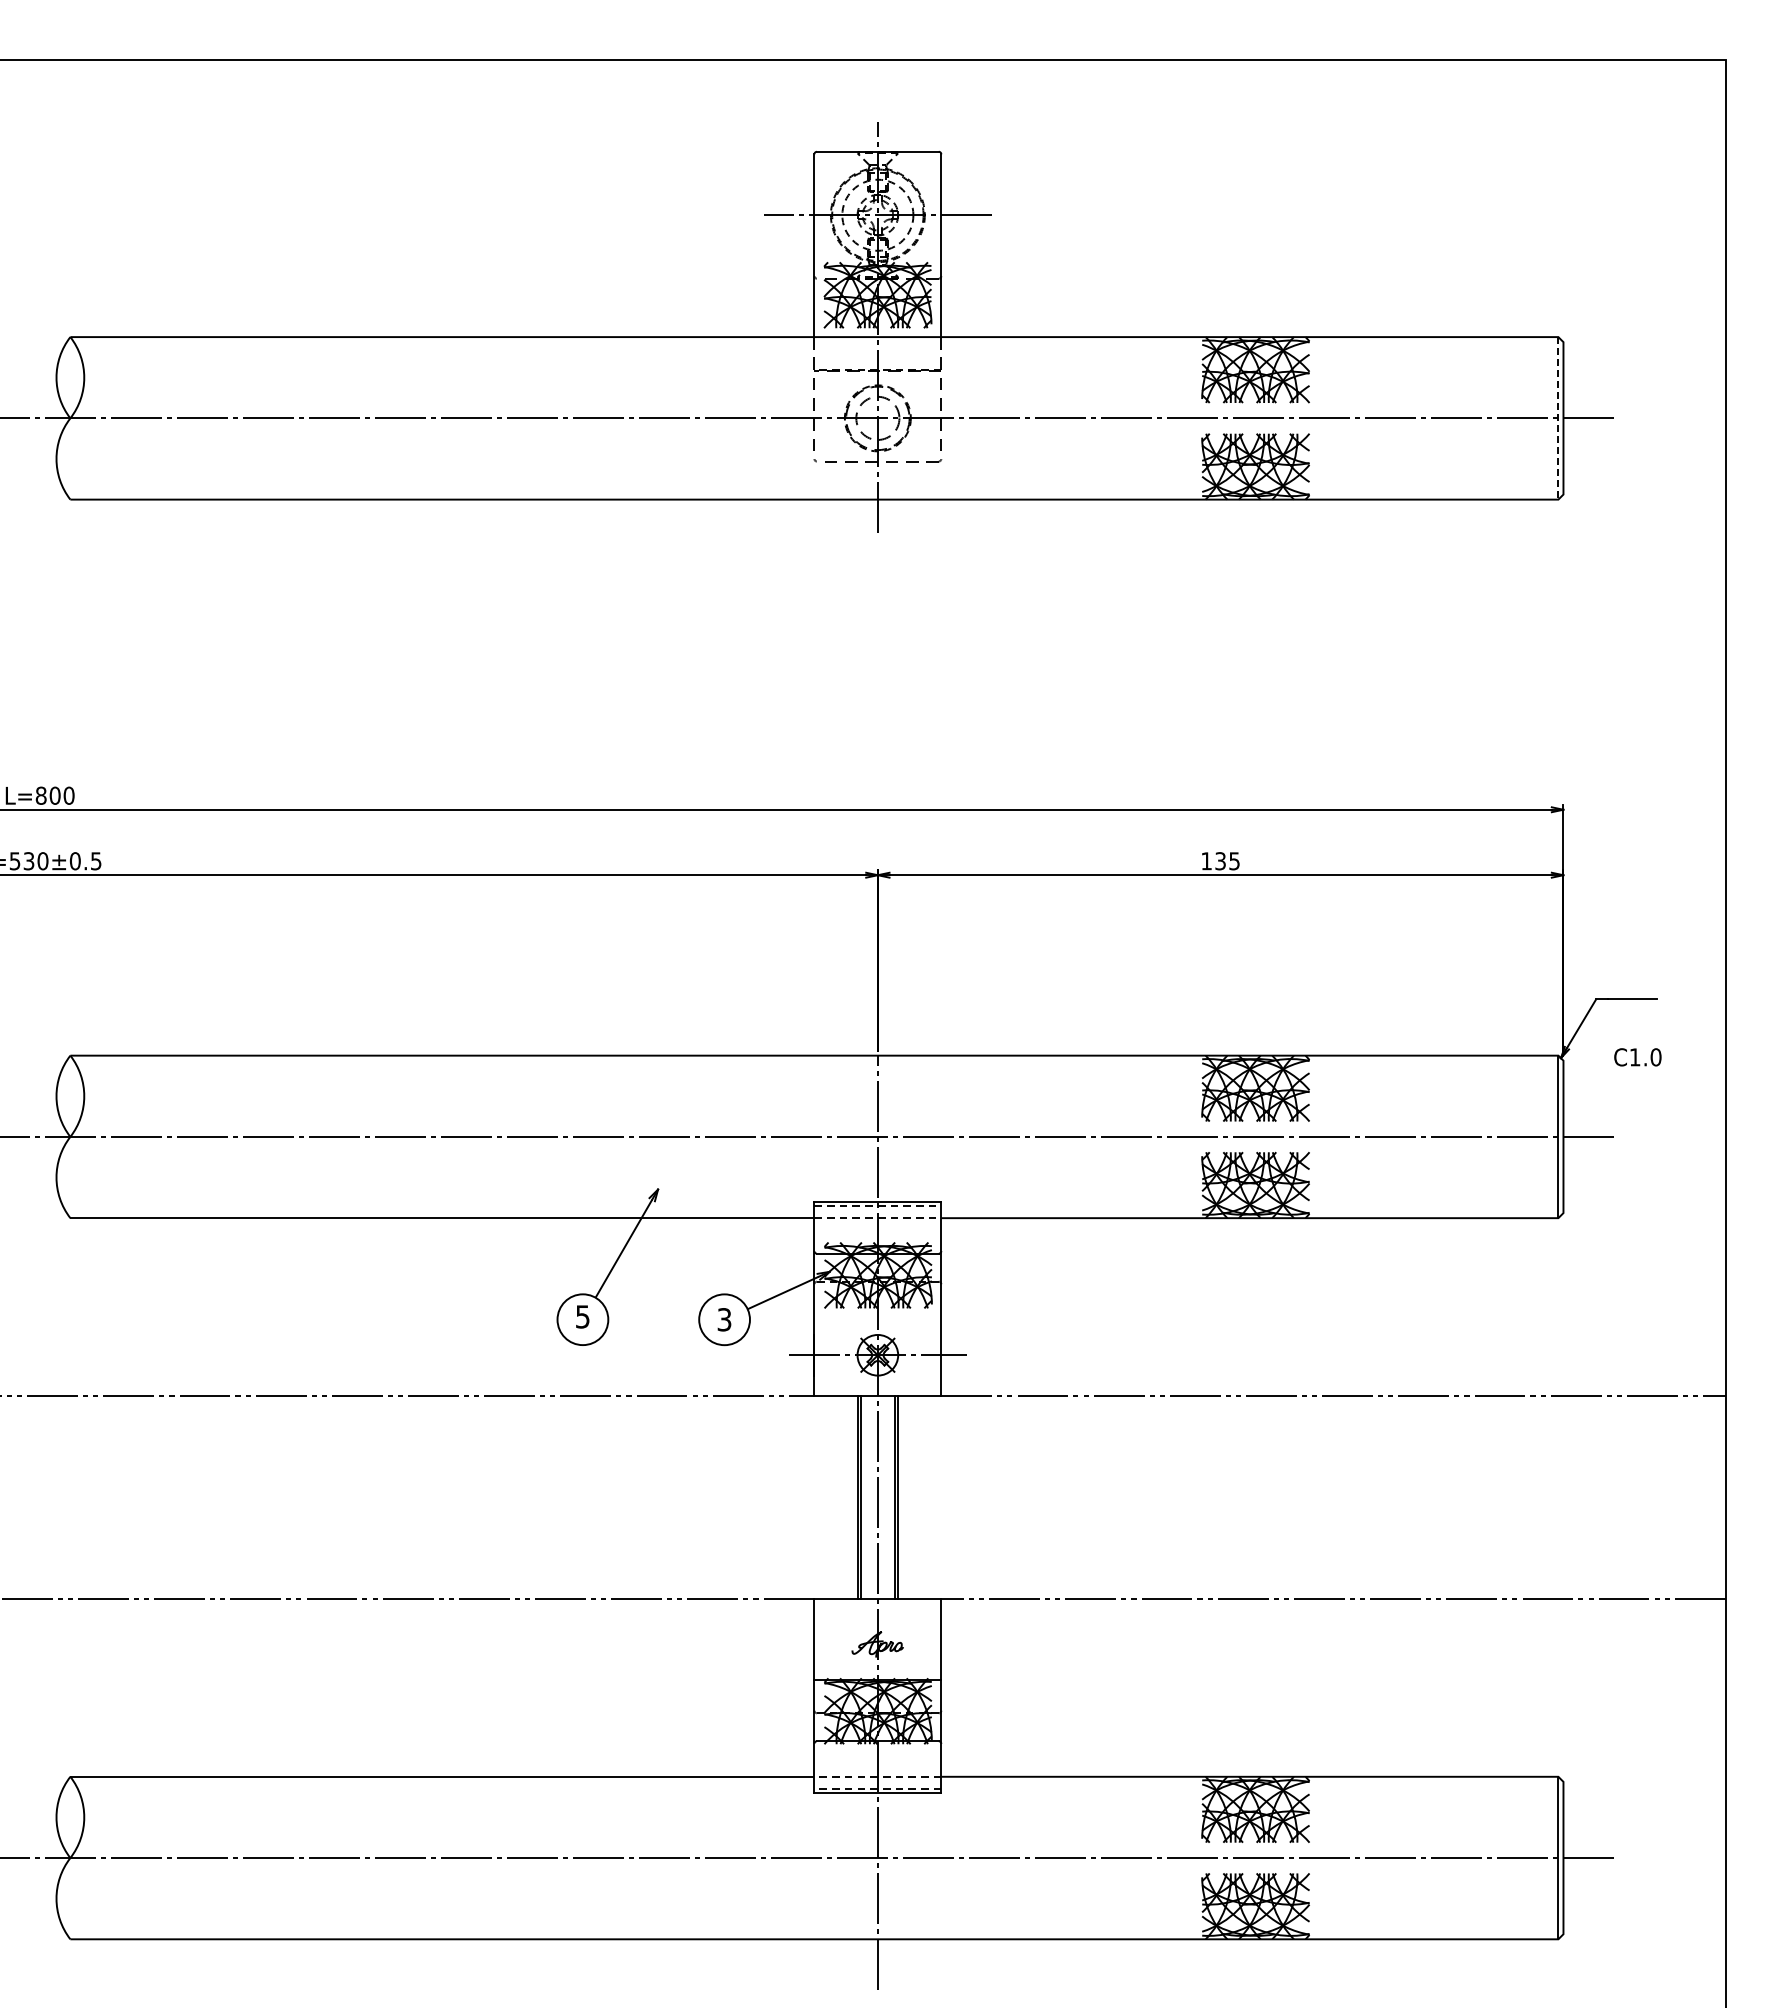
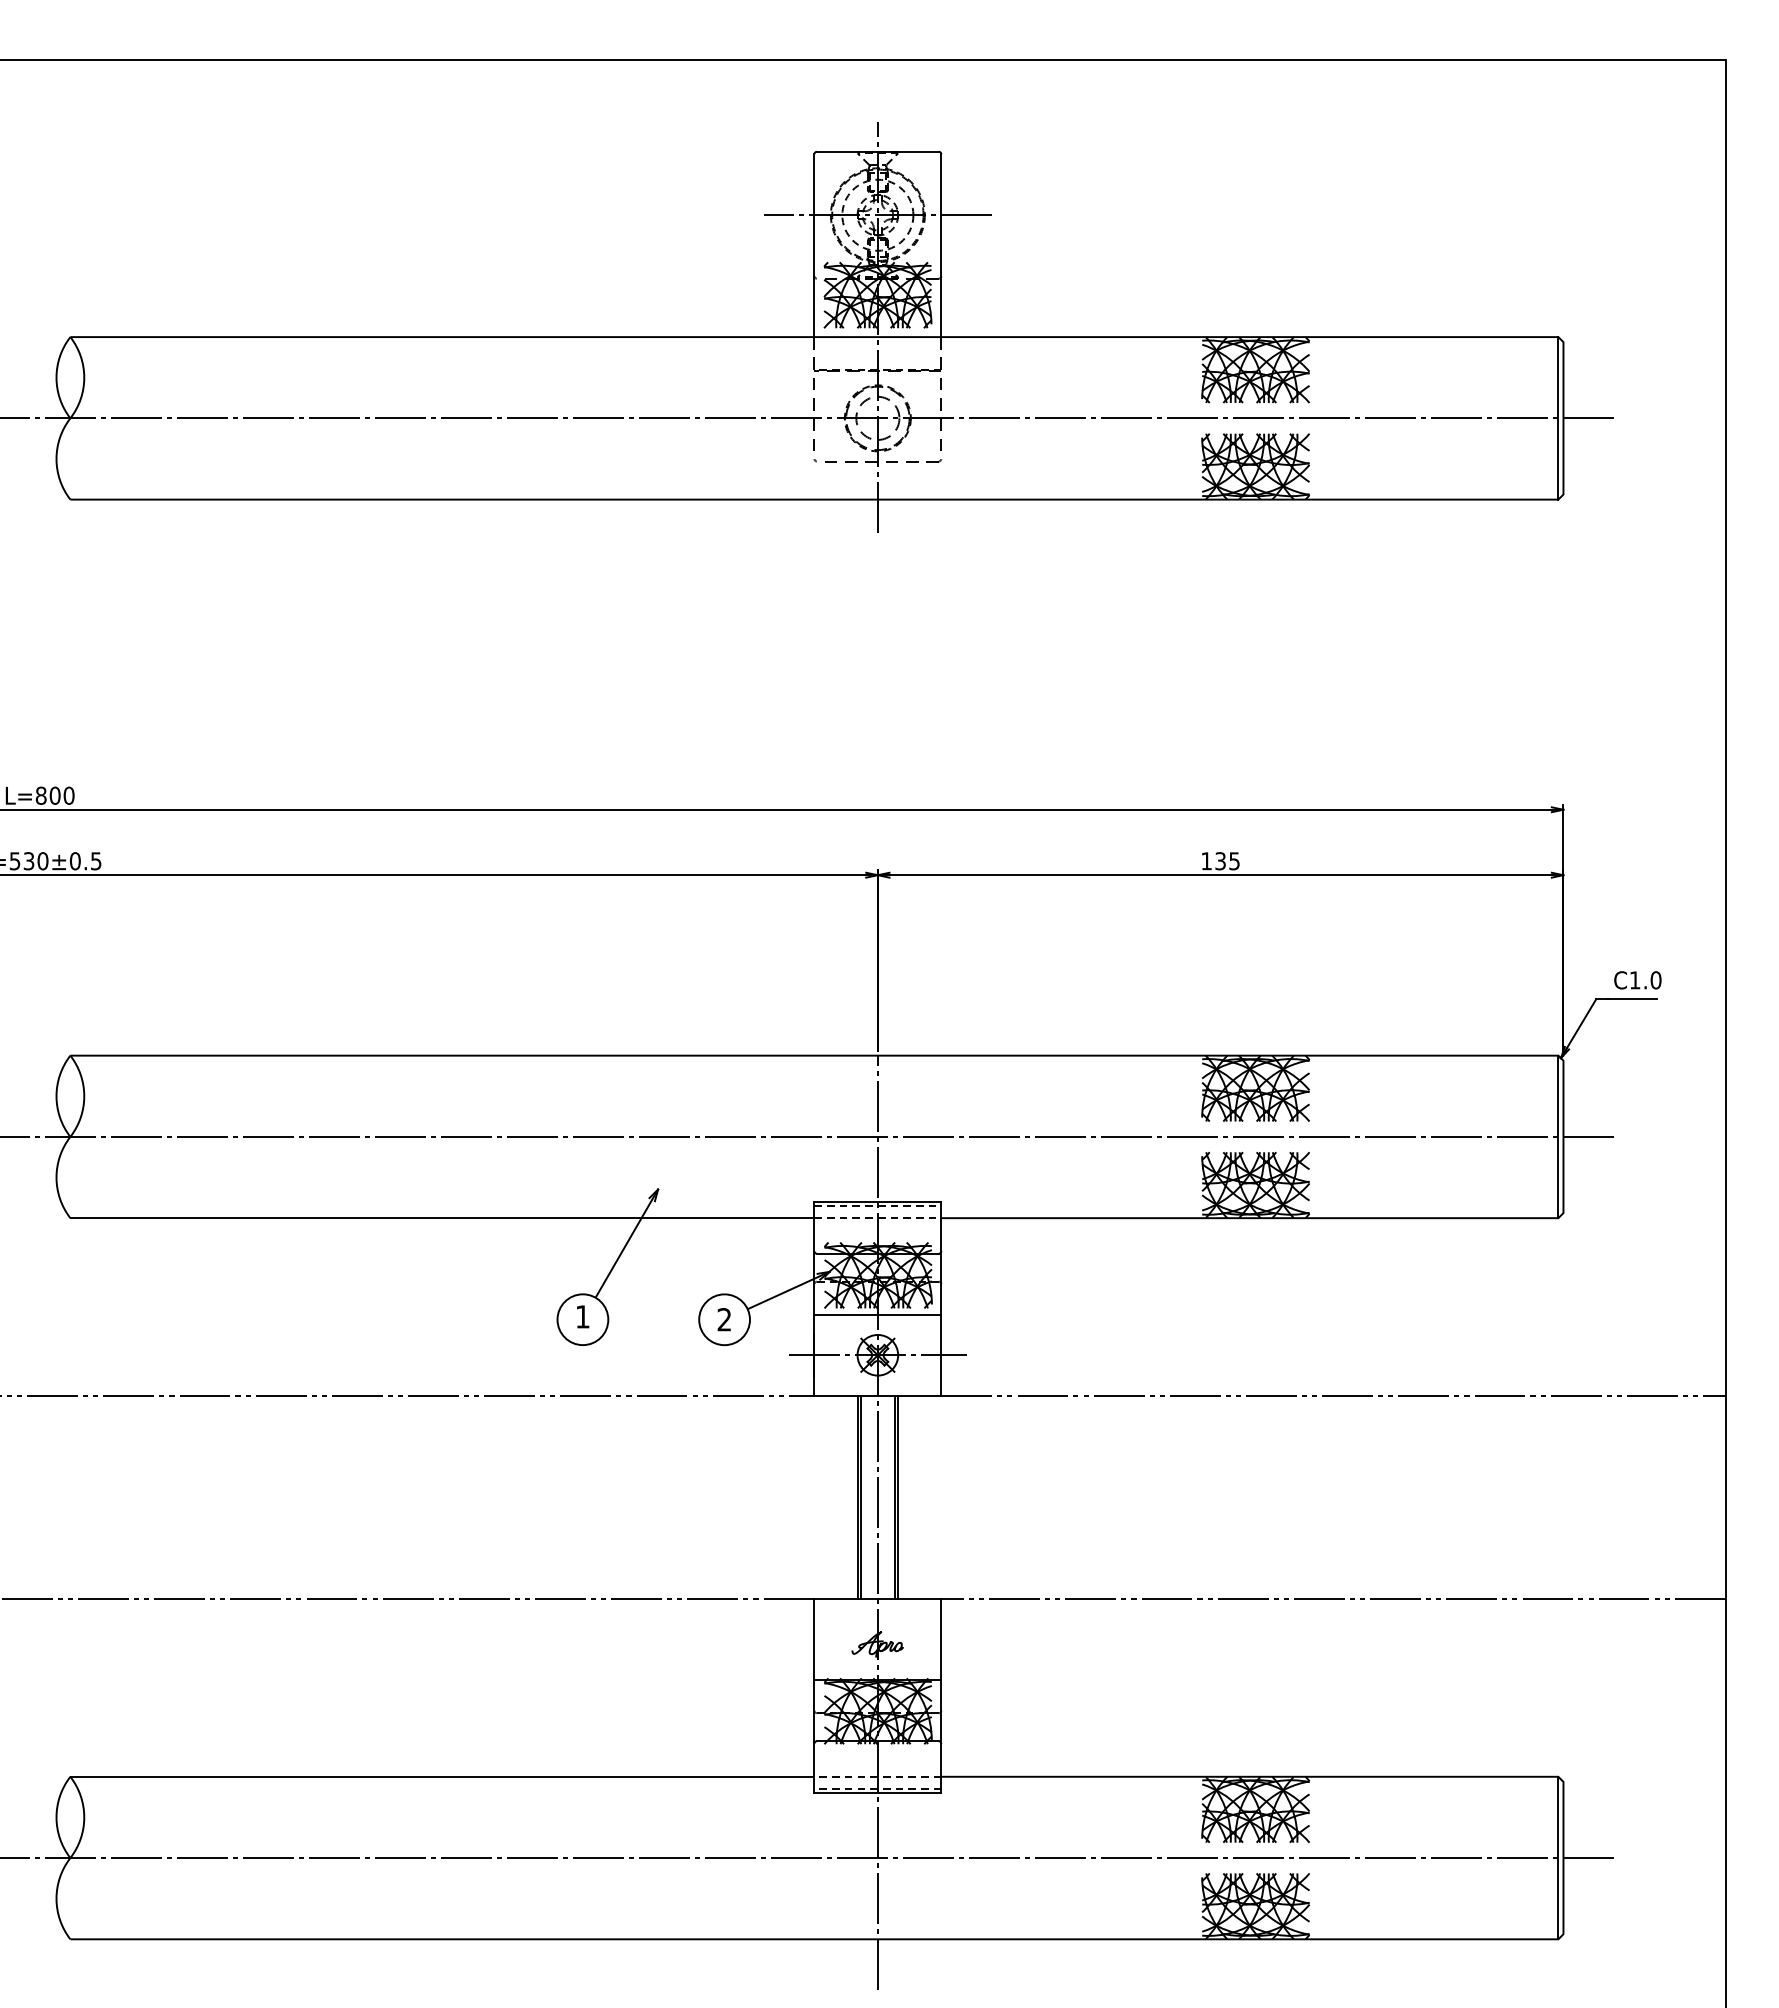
line at (1558, 418): dashed -> solid
text at (1637, 1057) position: (1637, 1057) -> (1637, 980)
line at (877, 1314): none -> present
text at (582, 1316): 5 -> 1
text at (724, 1319): 3 -> 2
